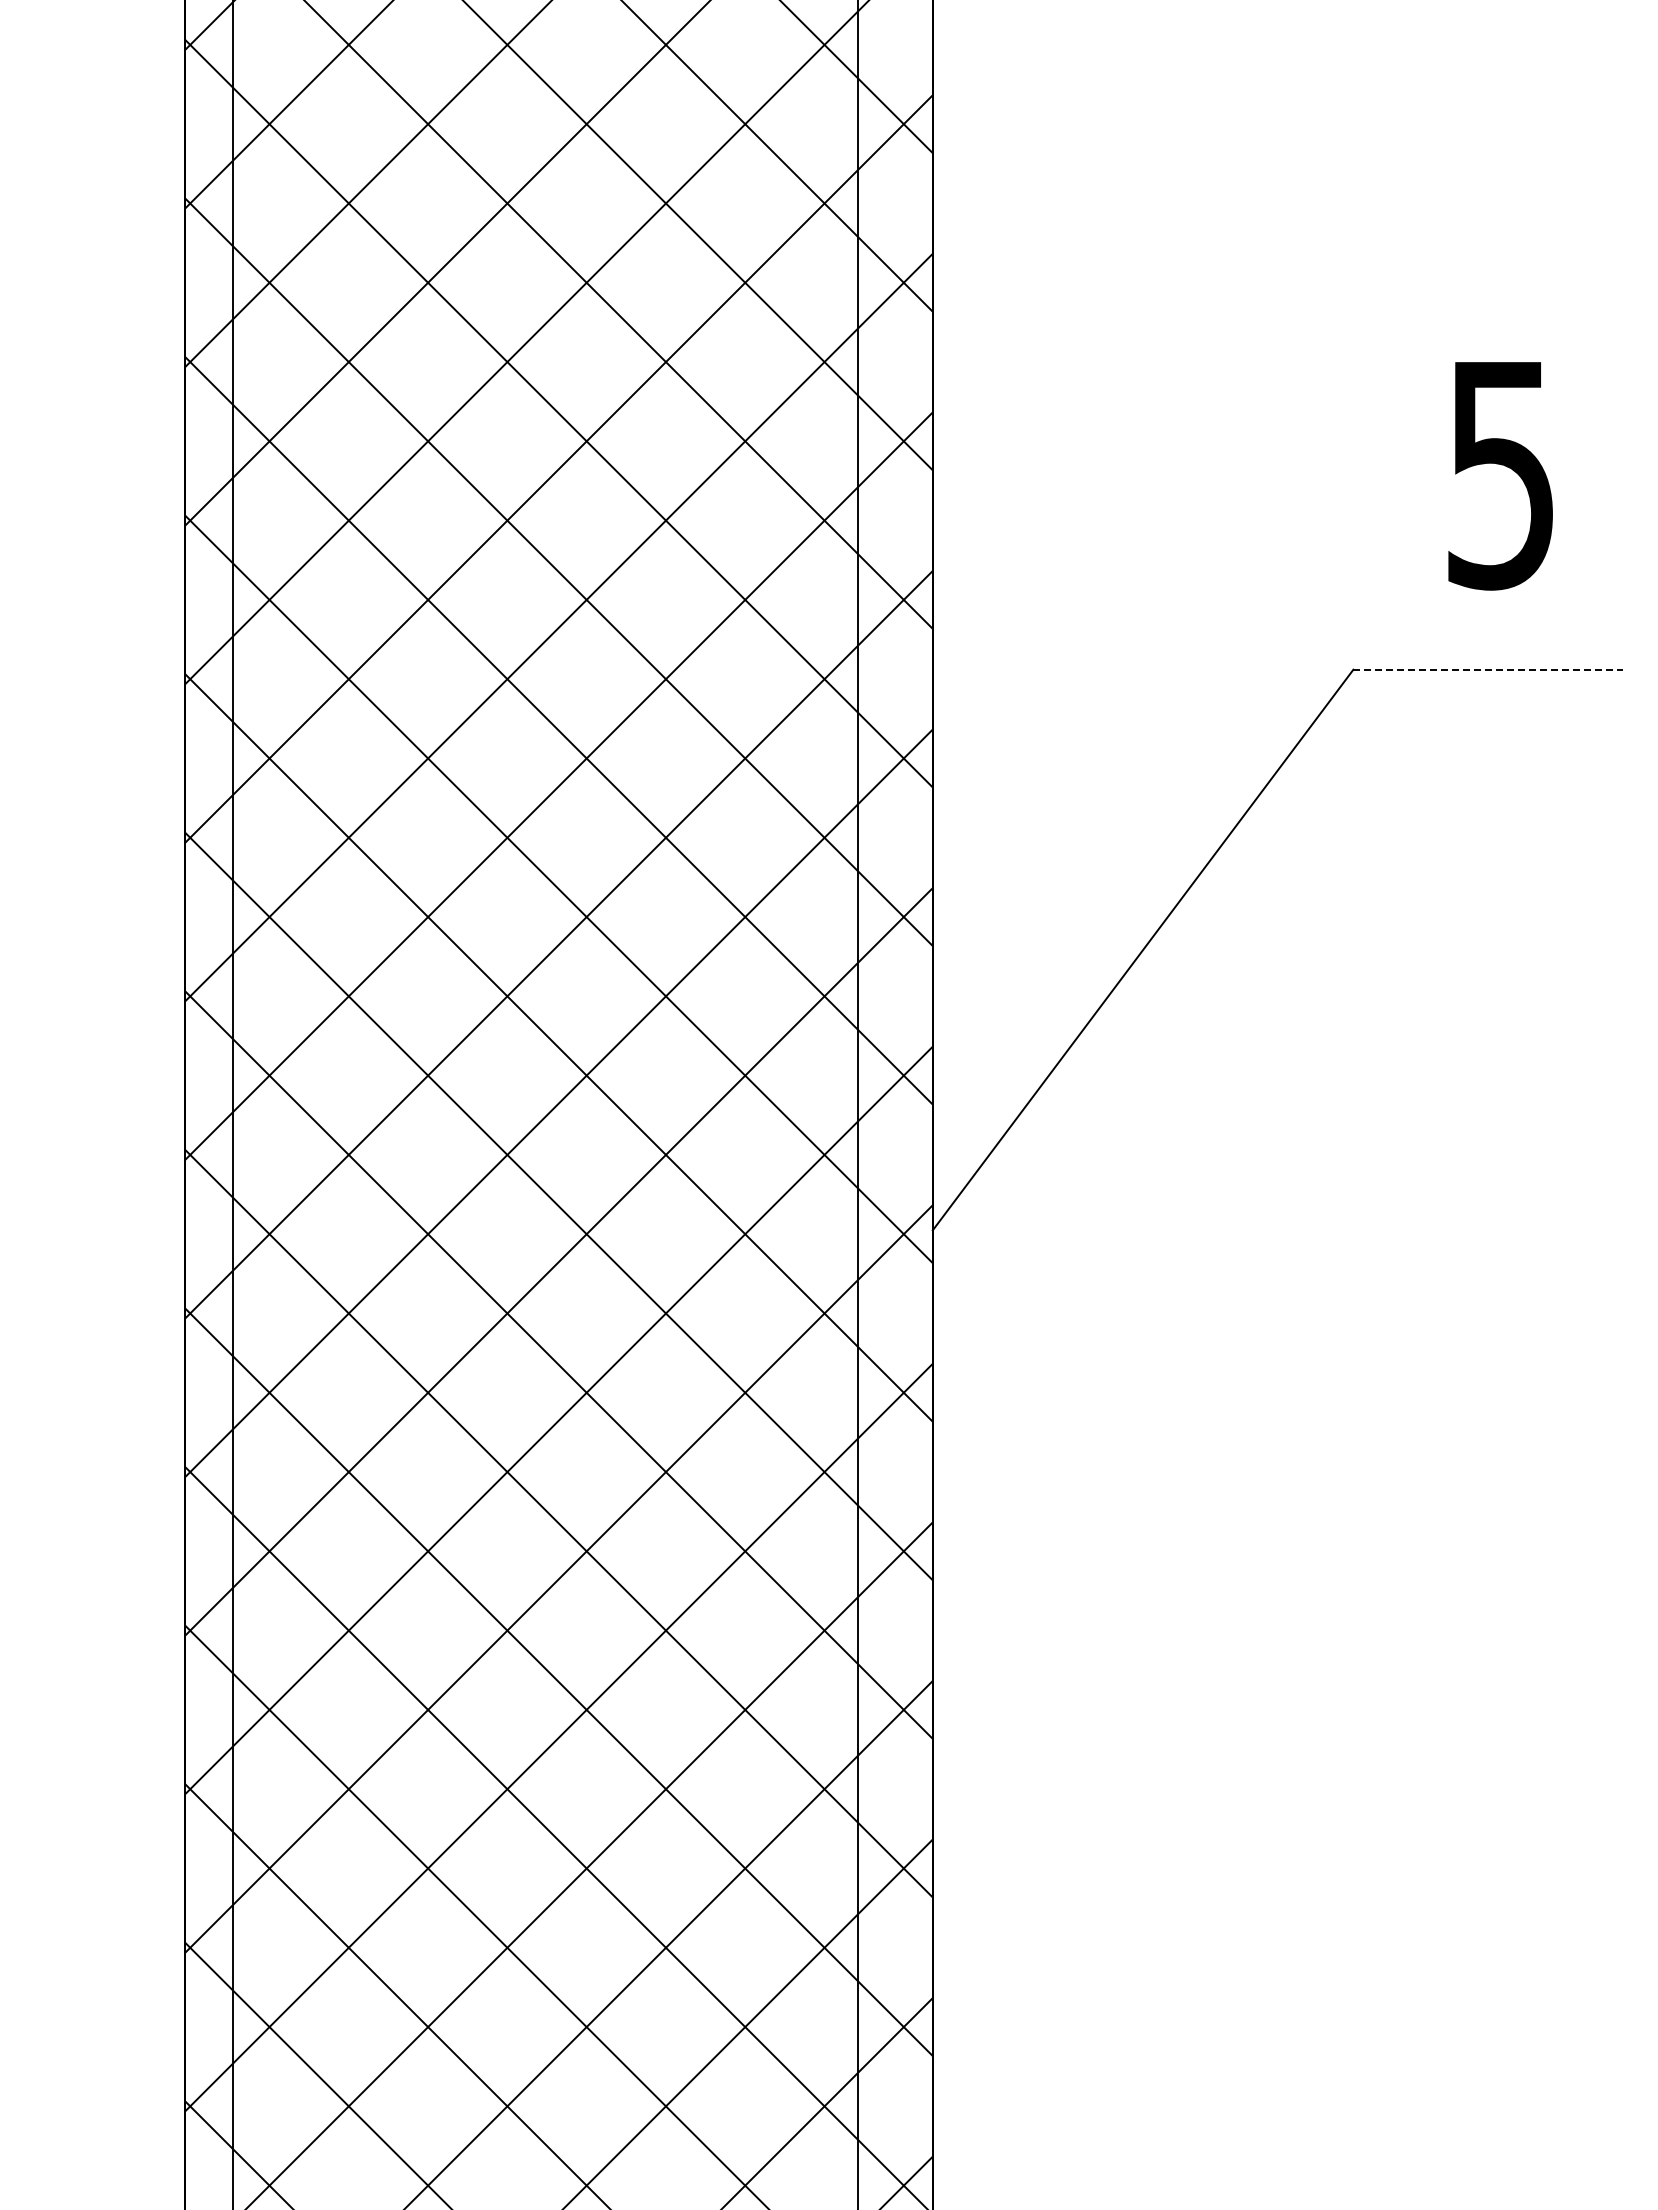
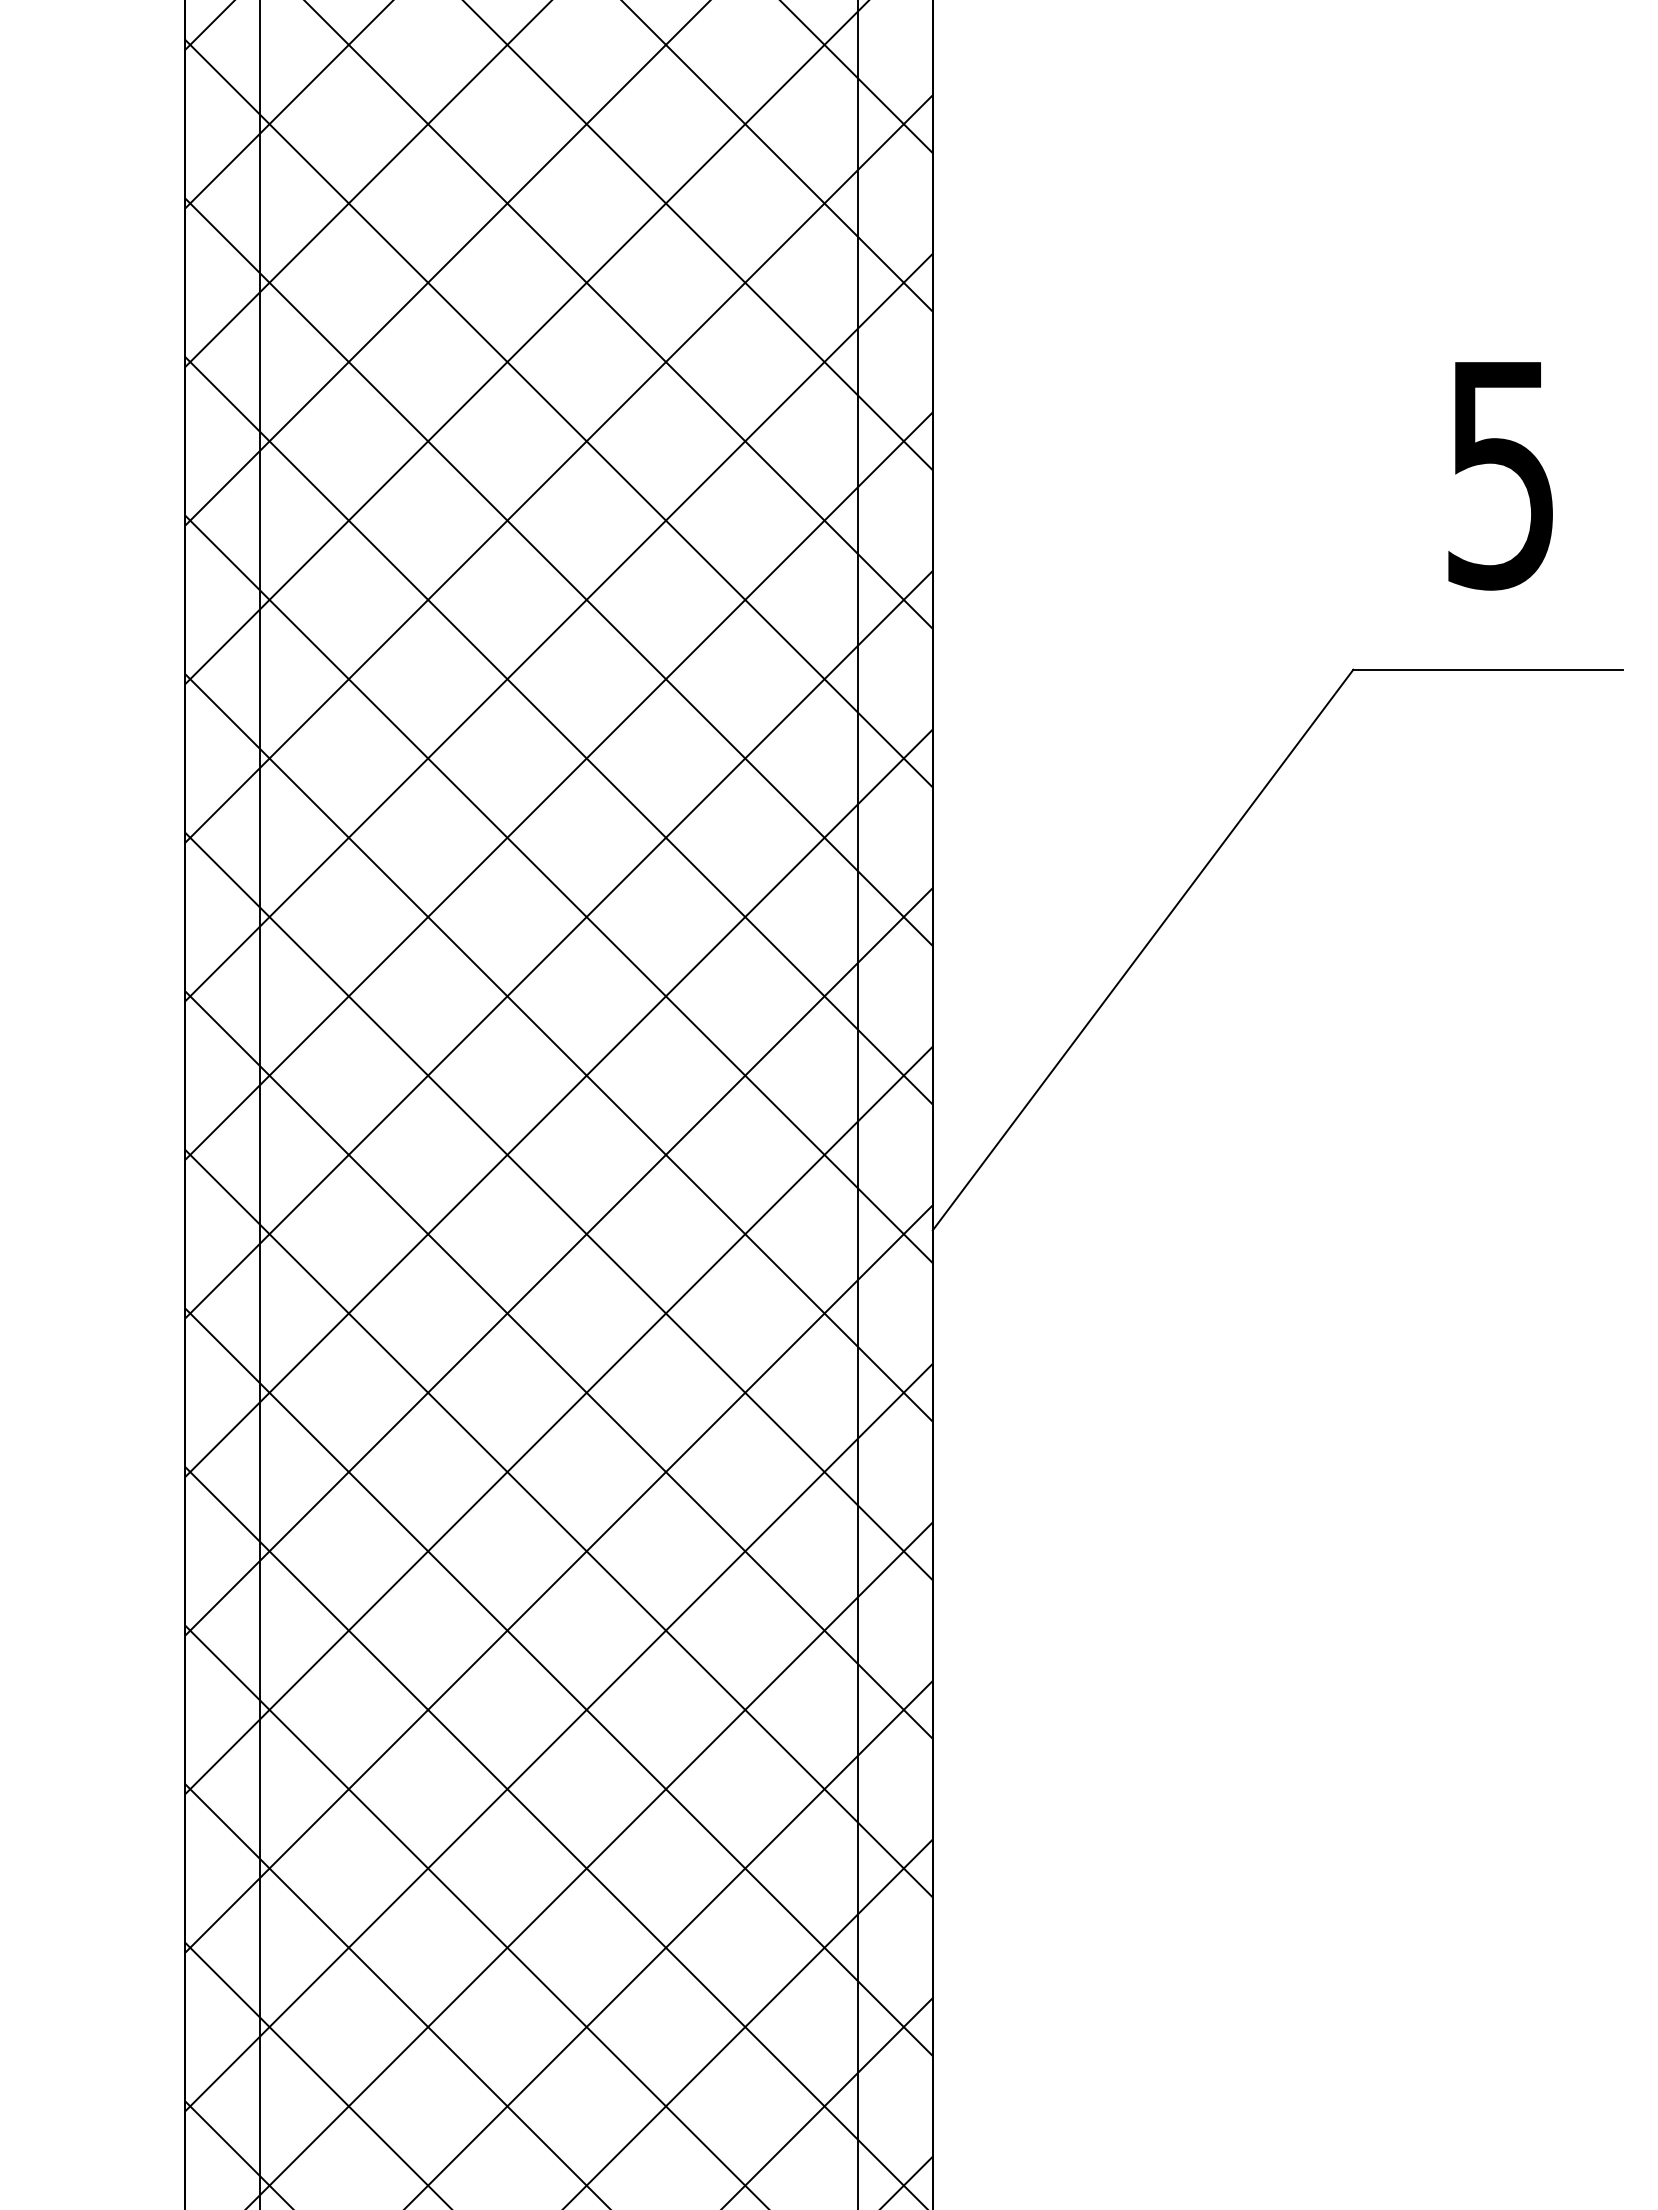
line at (1488, 669): dashed -> solid
line at (233, 1104) position: (233, 1104) -> (260, 1104)
